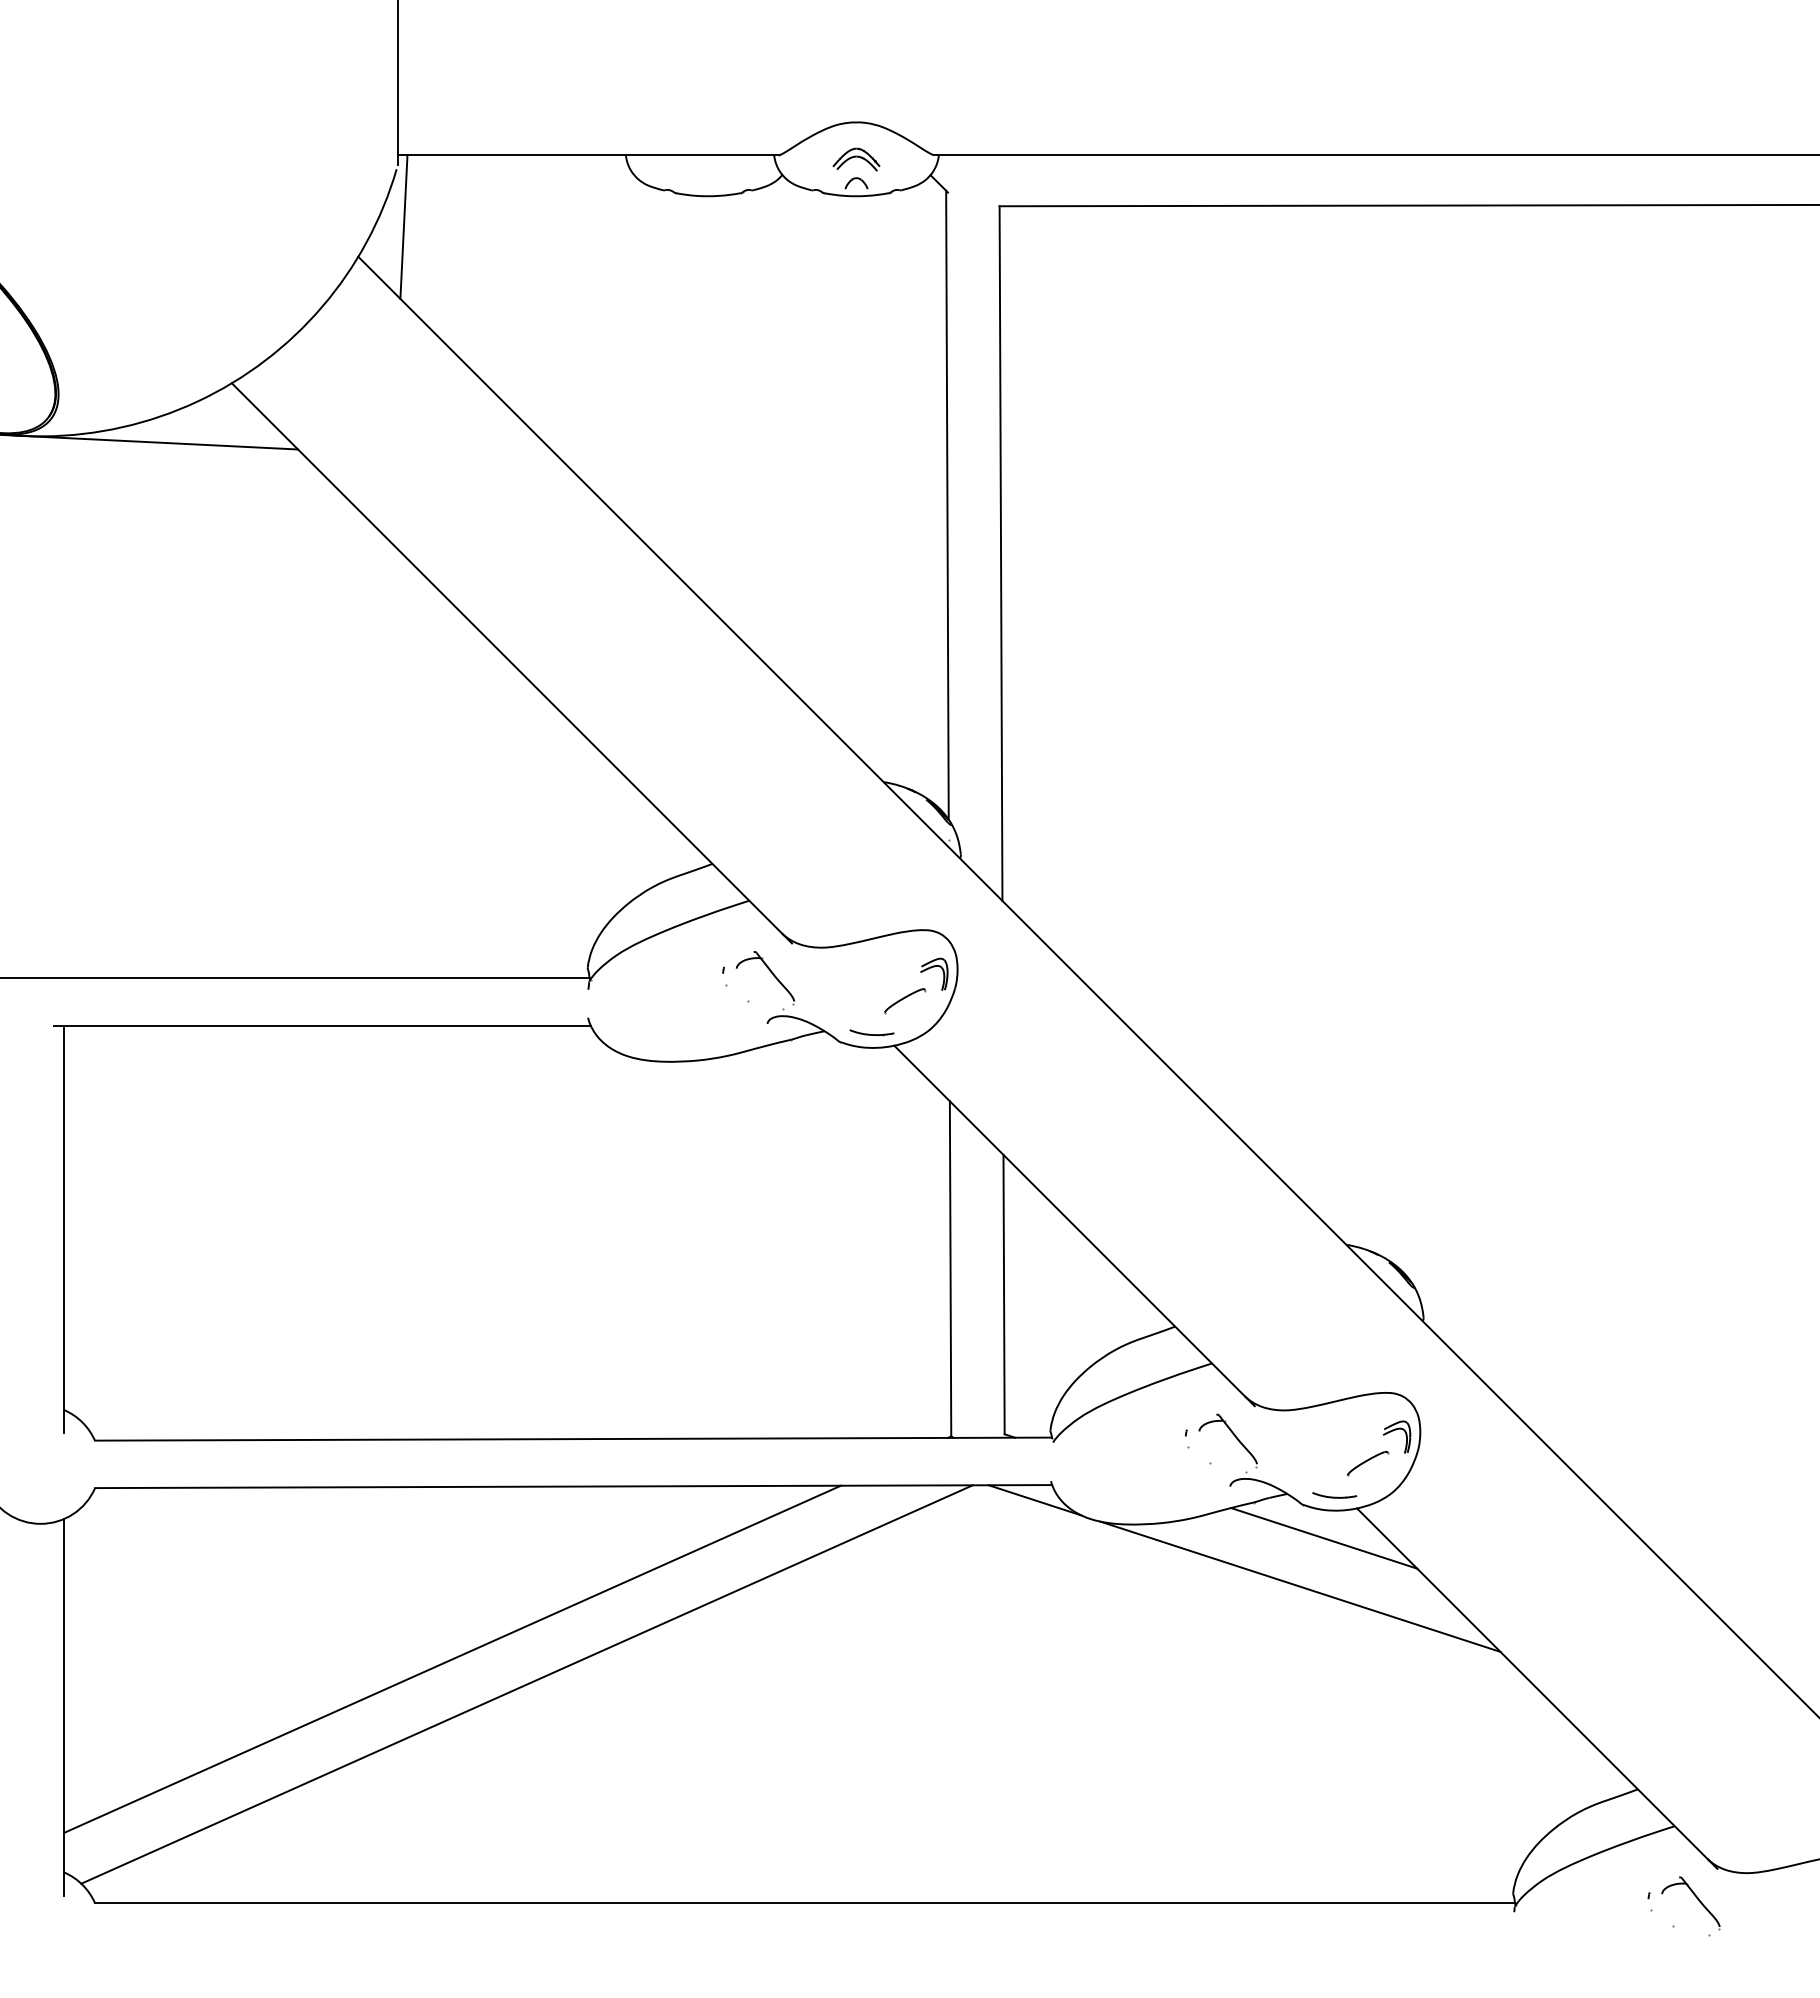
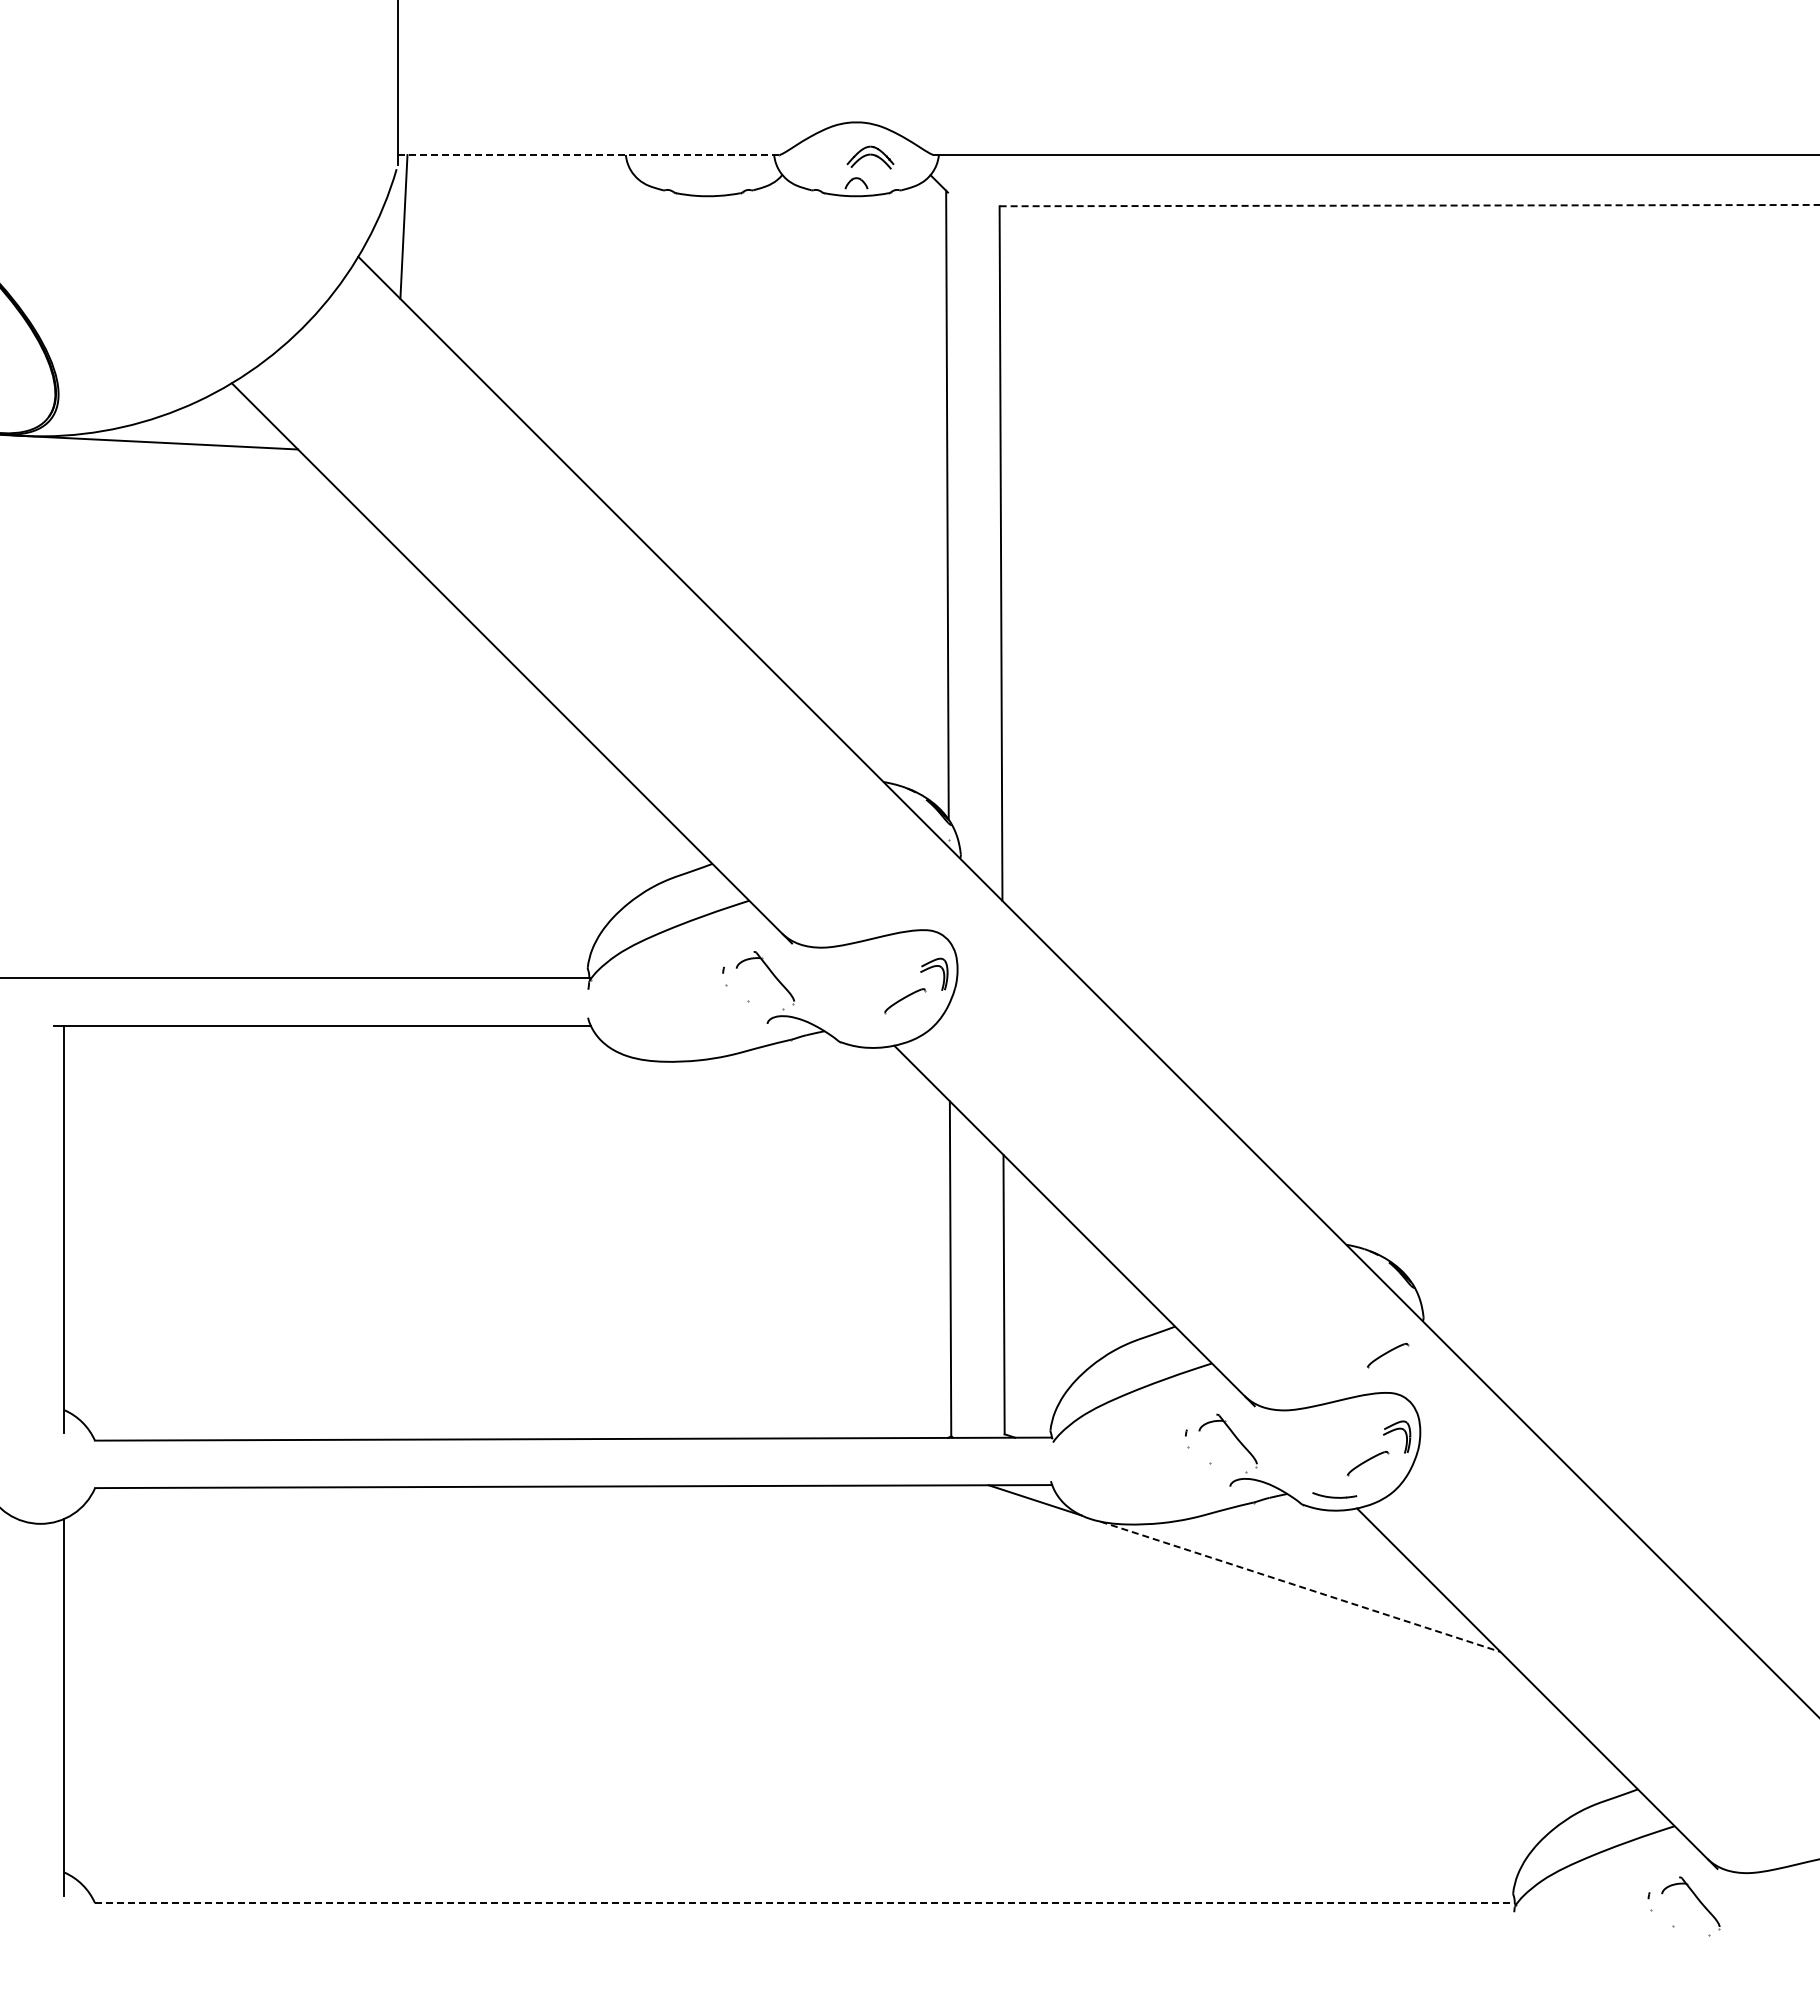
line at (588, 155): solid -> dashed
part at (856, 159) position: (856, 159) -> (870, 157)
line at (1409, 205): solid -> dashed
part at (871, 1032): present -> none
part at (1388, 1355): none -> present
line at (1324, 1538): present -> none
line at (1301, 1586): solid -> dashed
line at (452, 1658): present -> none
line at (526, 1684): present -> none
line at (804, 1903): solid -> dashed
